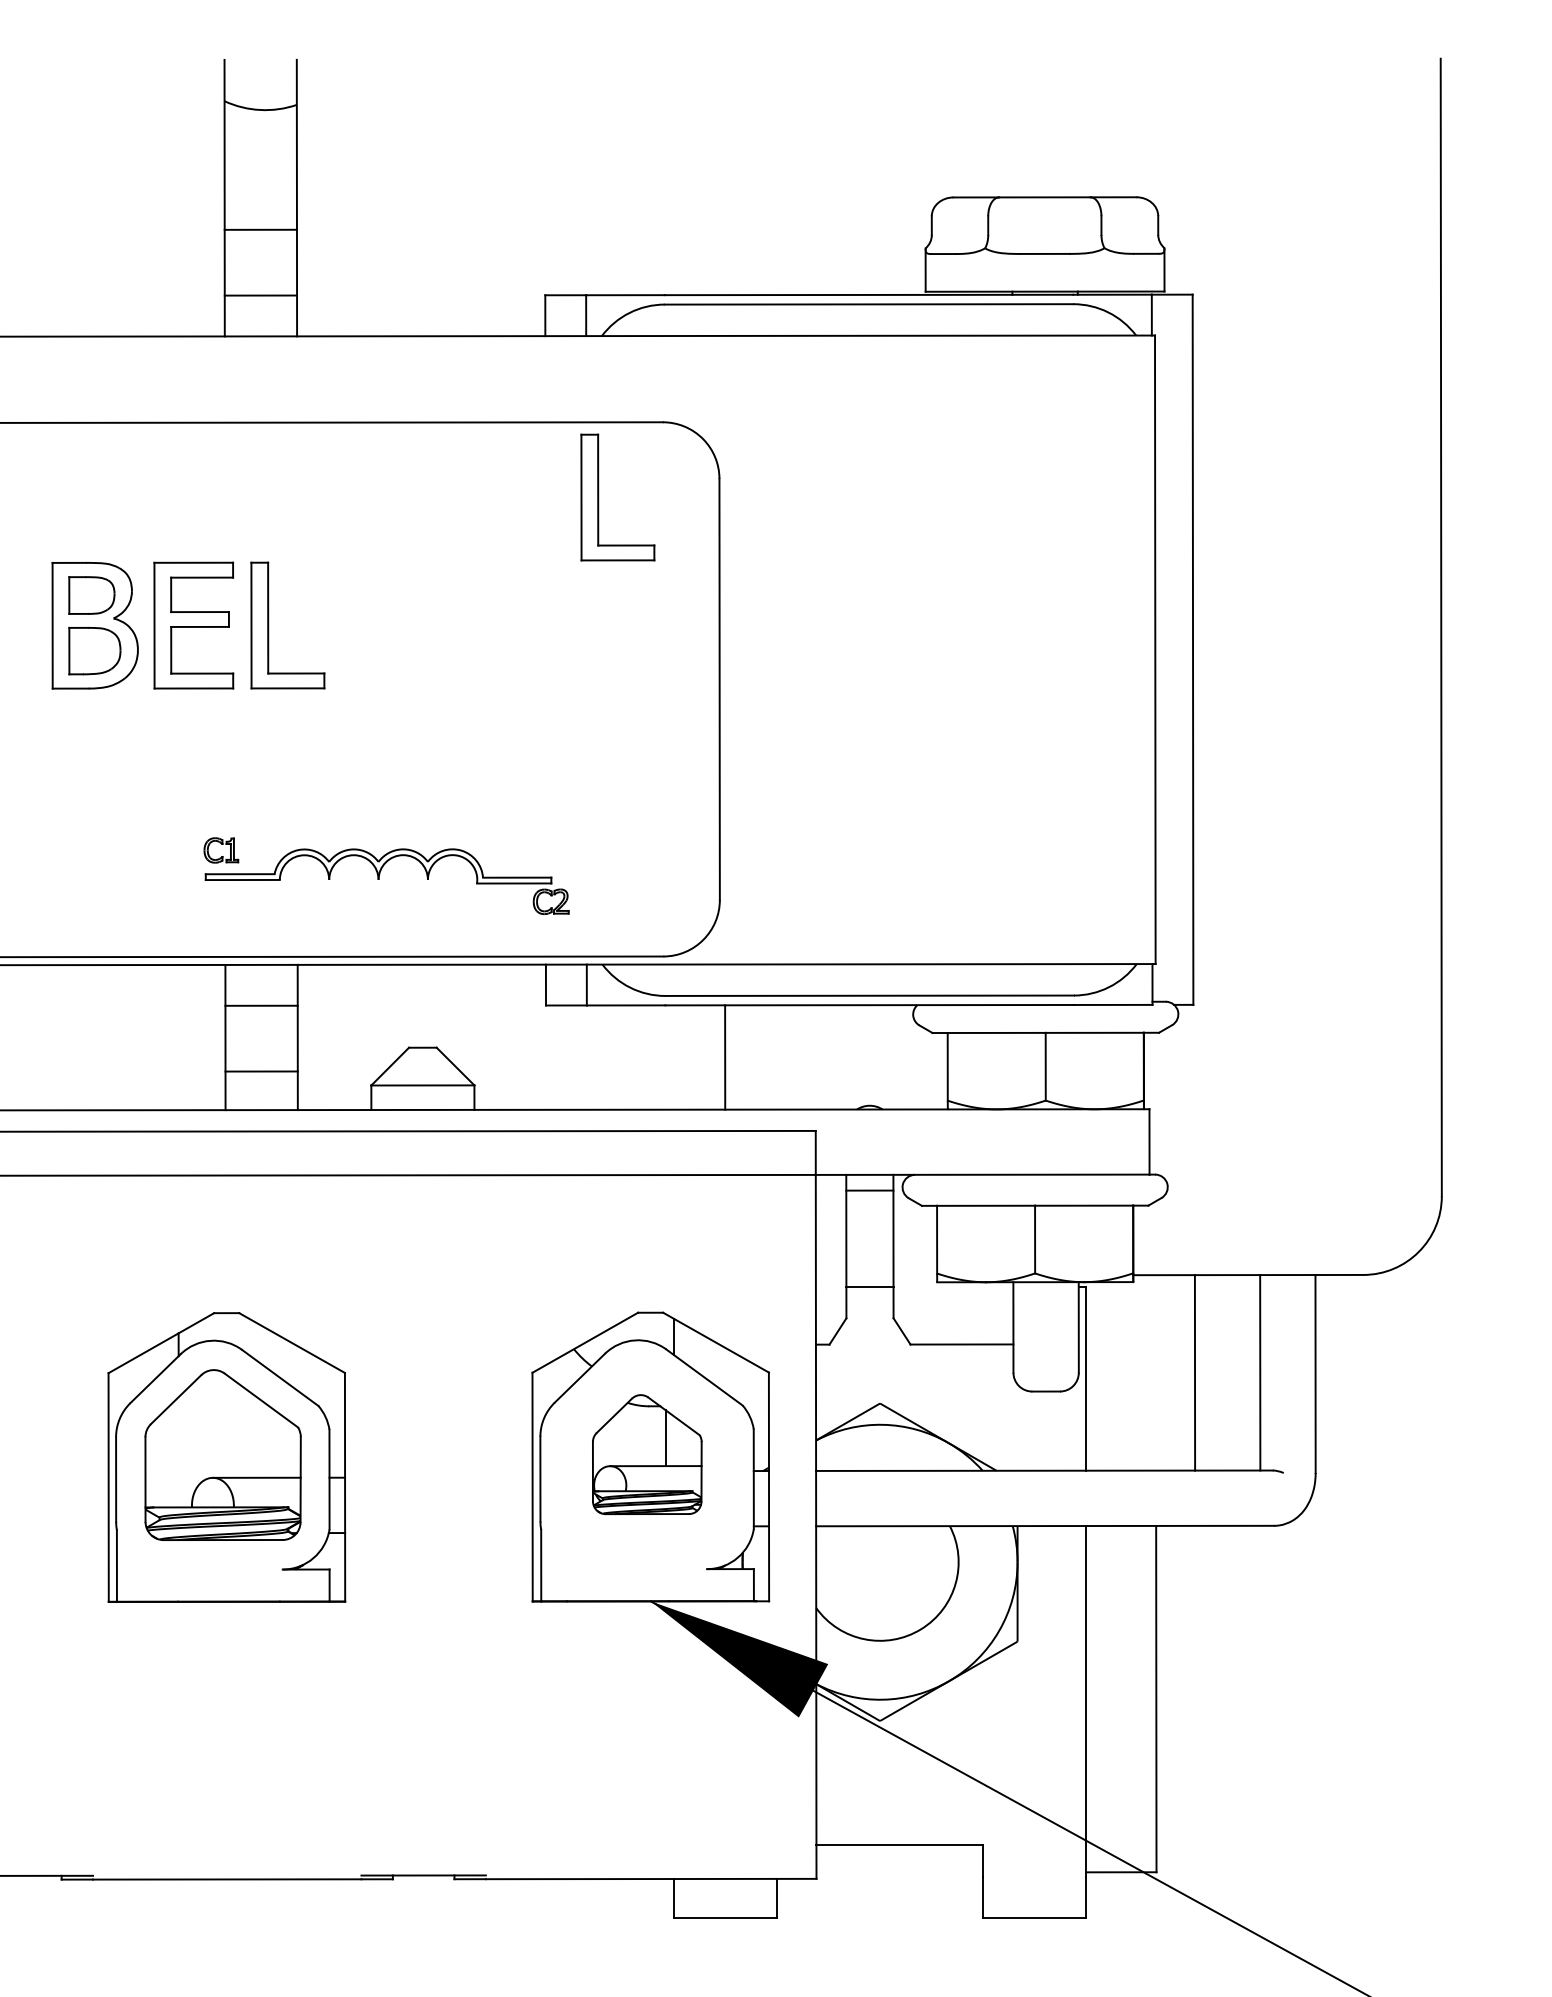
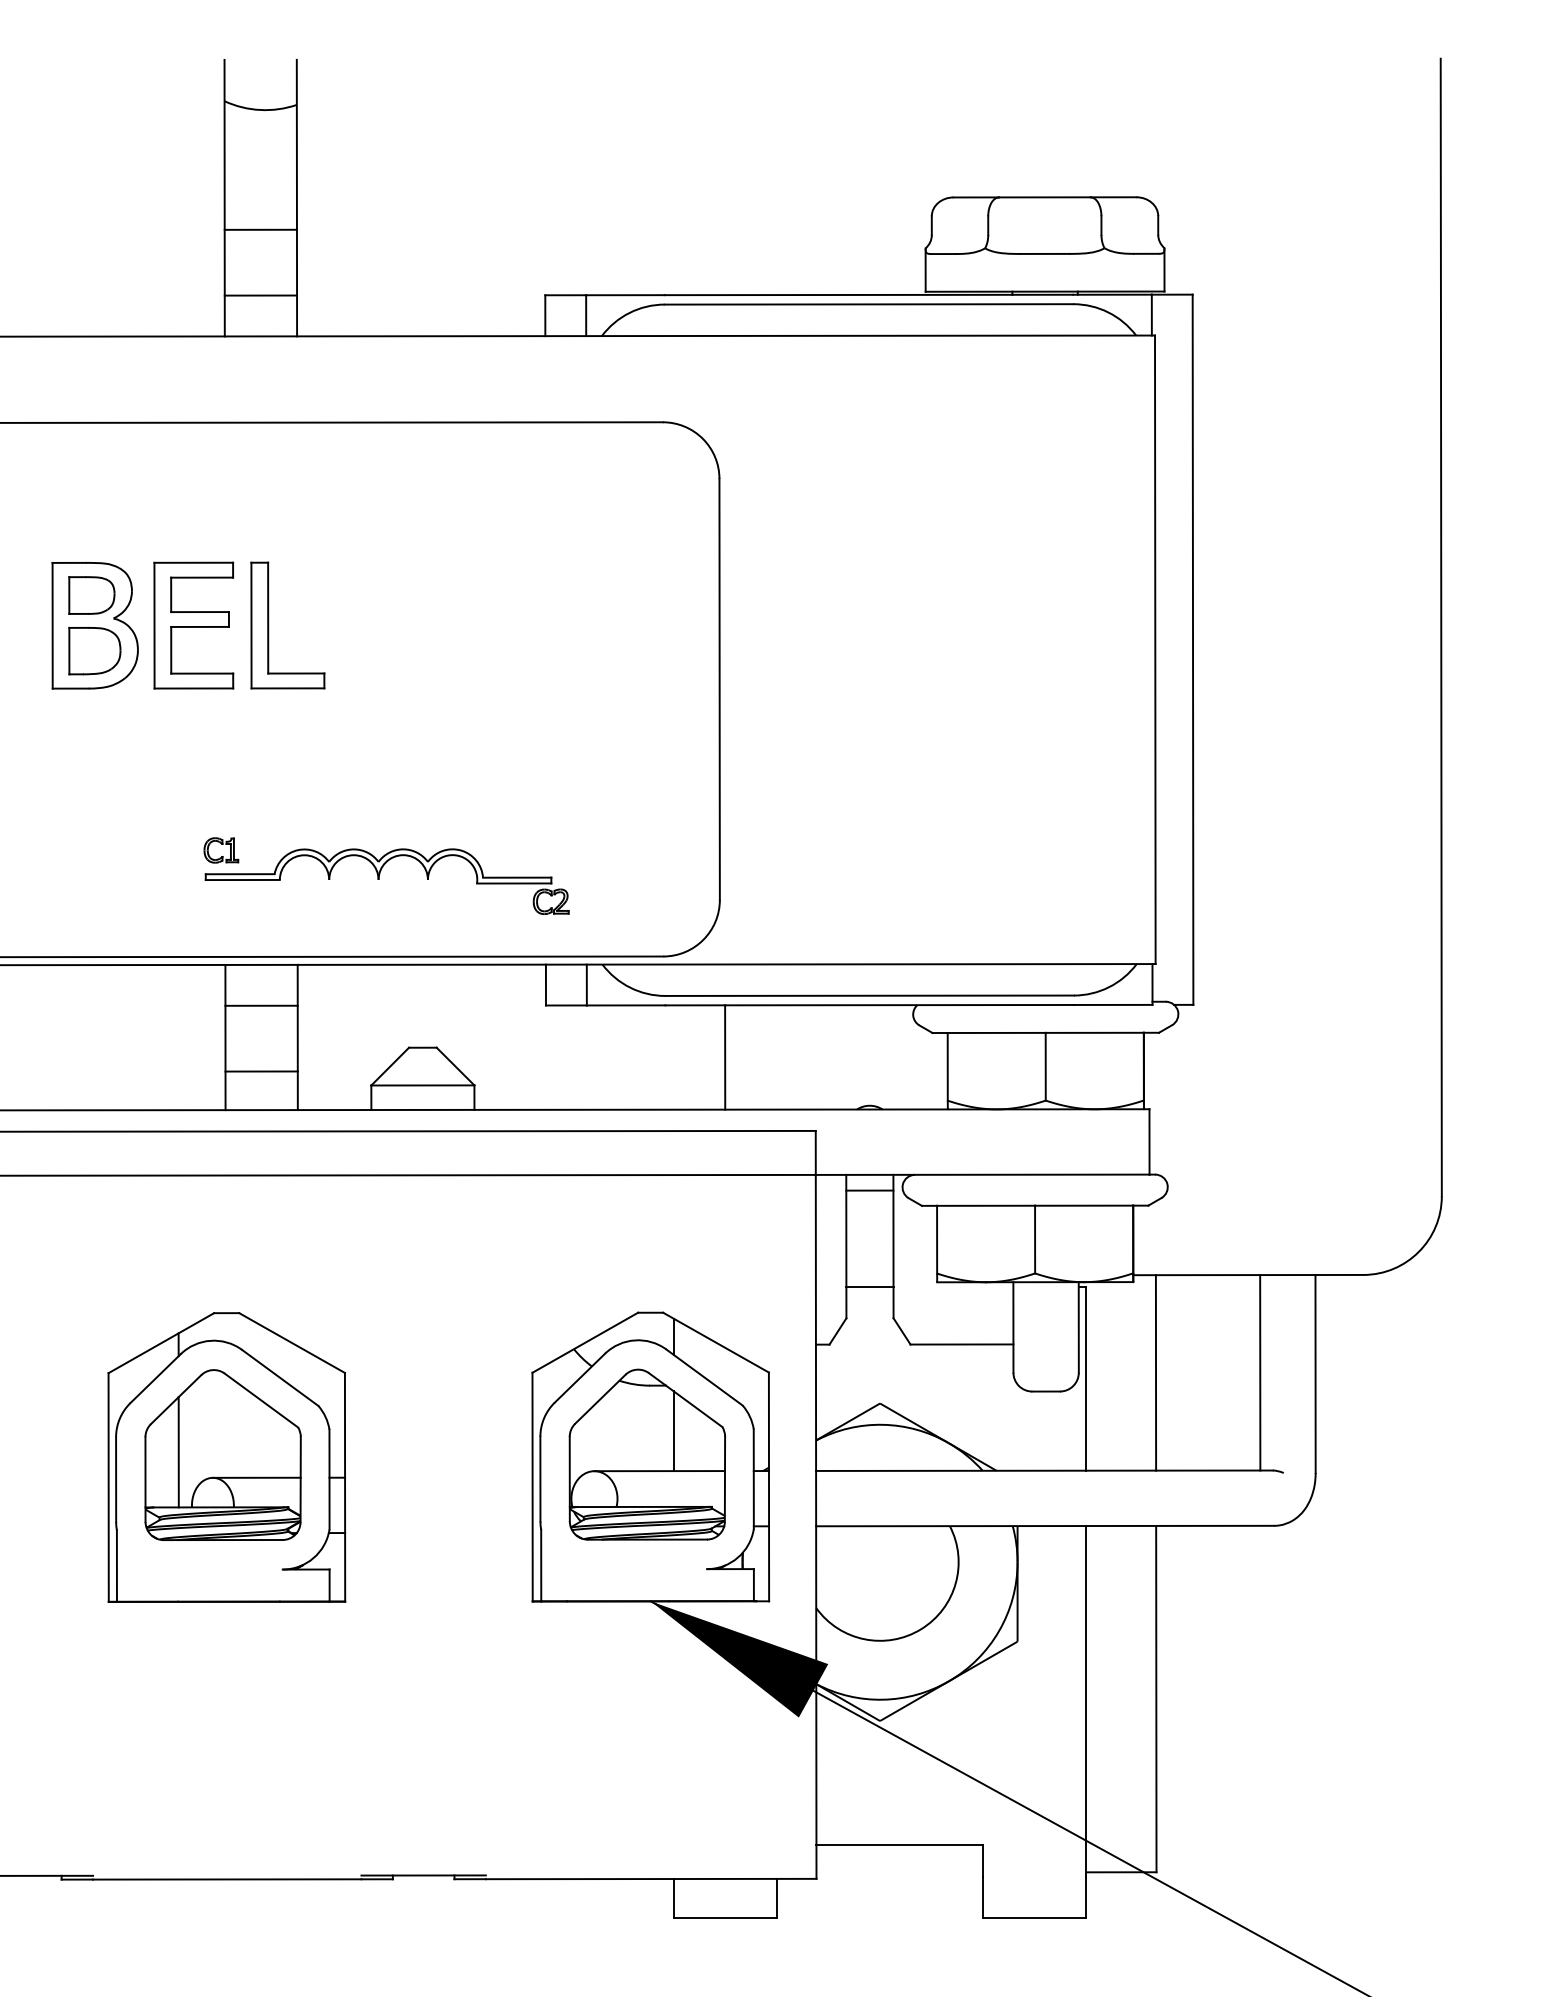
part at (599, 497): present -> none
line at (1194, 1372) position: (1194, 1372) -> (1155, 1372)
line at (178, 1452): none -> present
part at (647, 1454) size: 111x122 px -> 158x173 px
